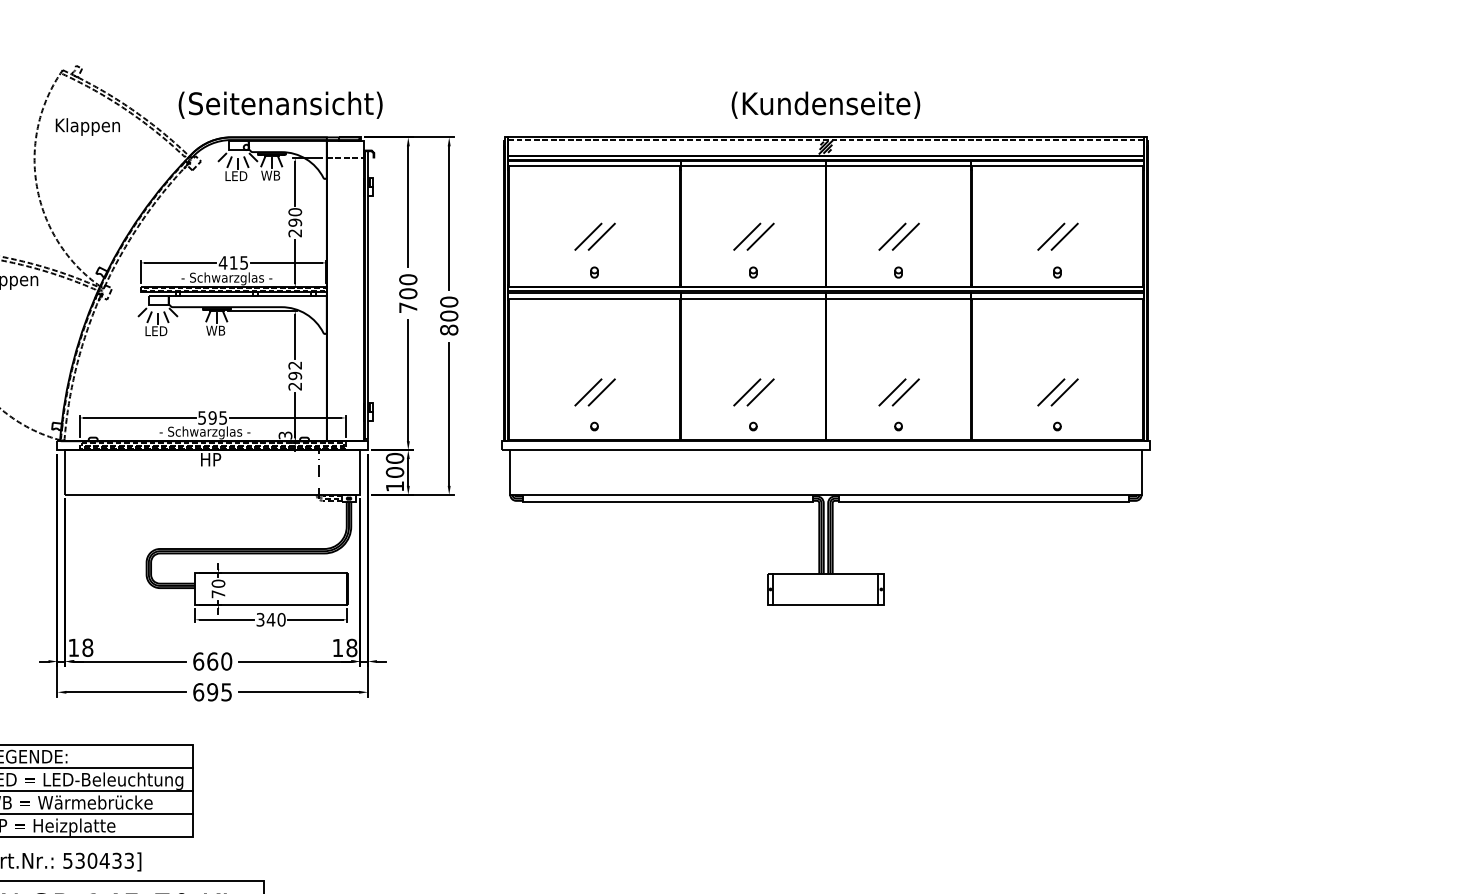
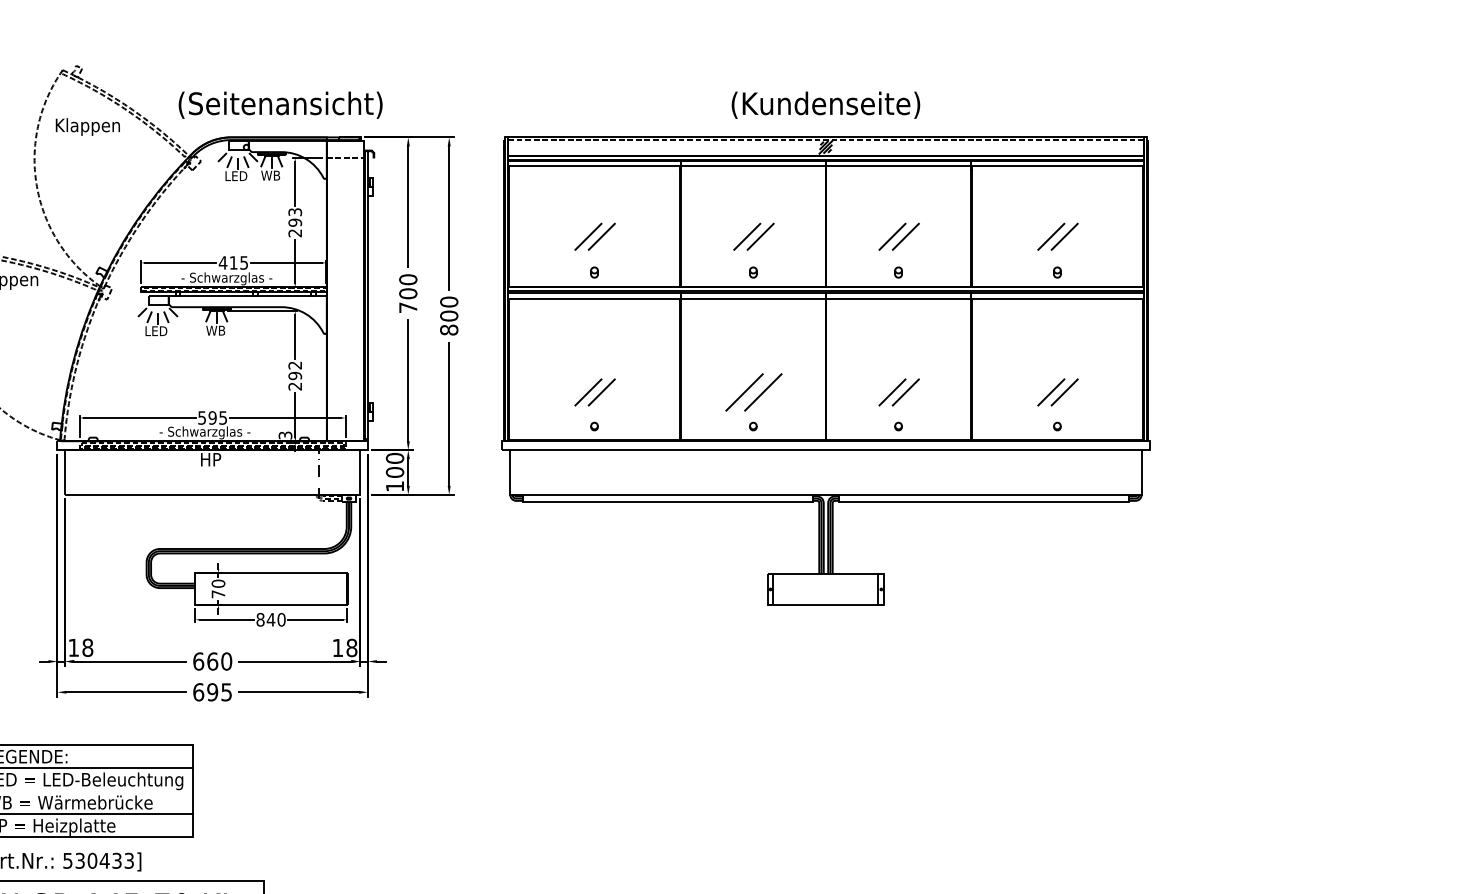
text at (295, 212): 290 -> 293
part at (753, 392) size: 42x29 px -> 58x39 px
text at (260, 619): 340 -> 840
line at (97, 790): present -> none
